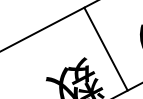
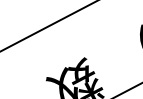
line at (105, 48): present -> none
